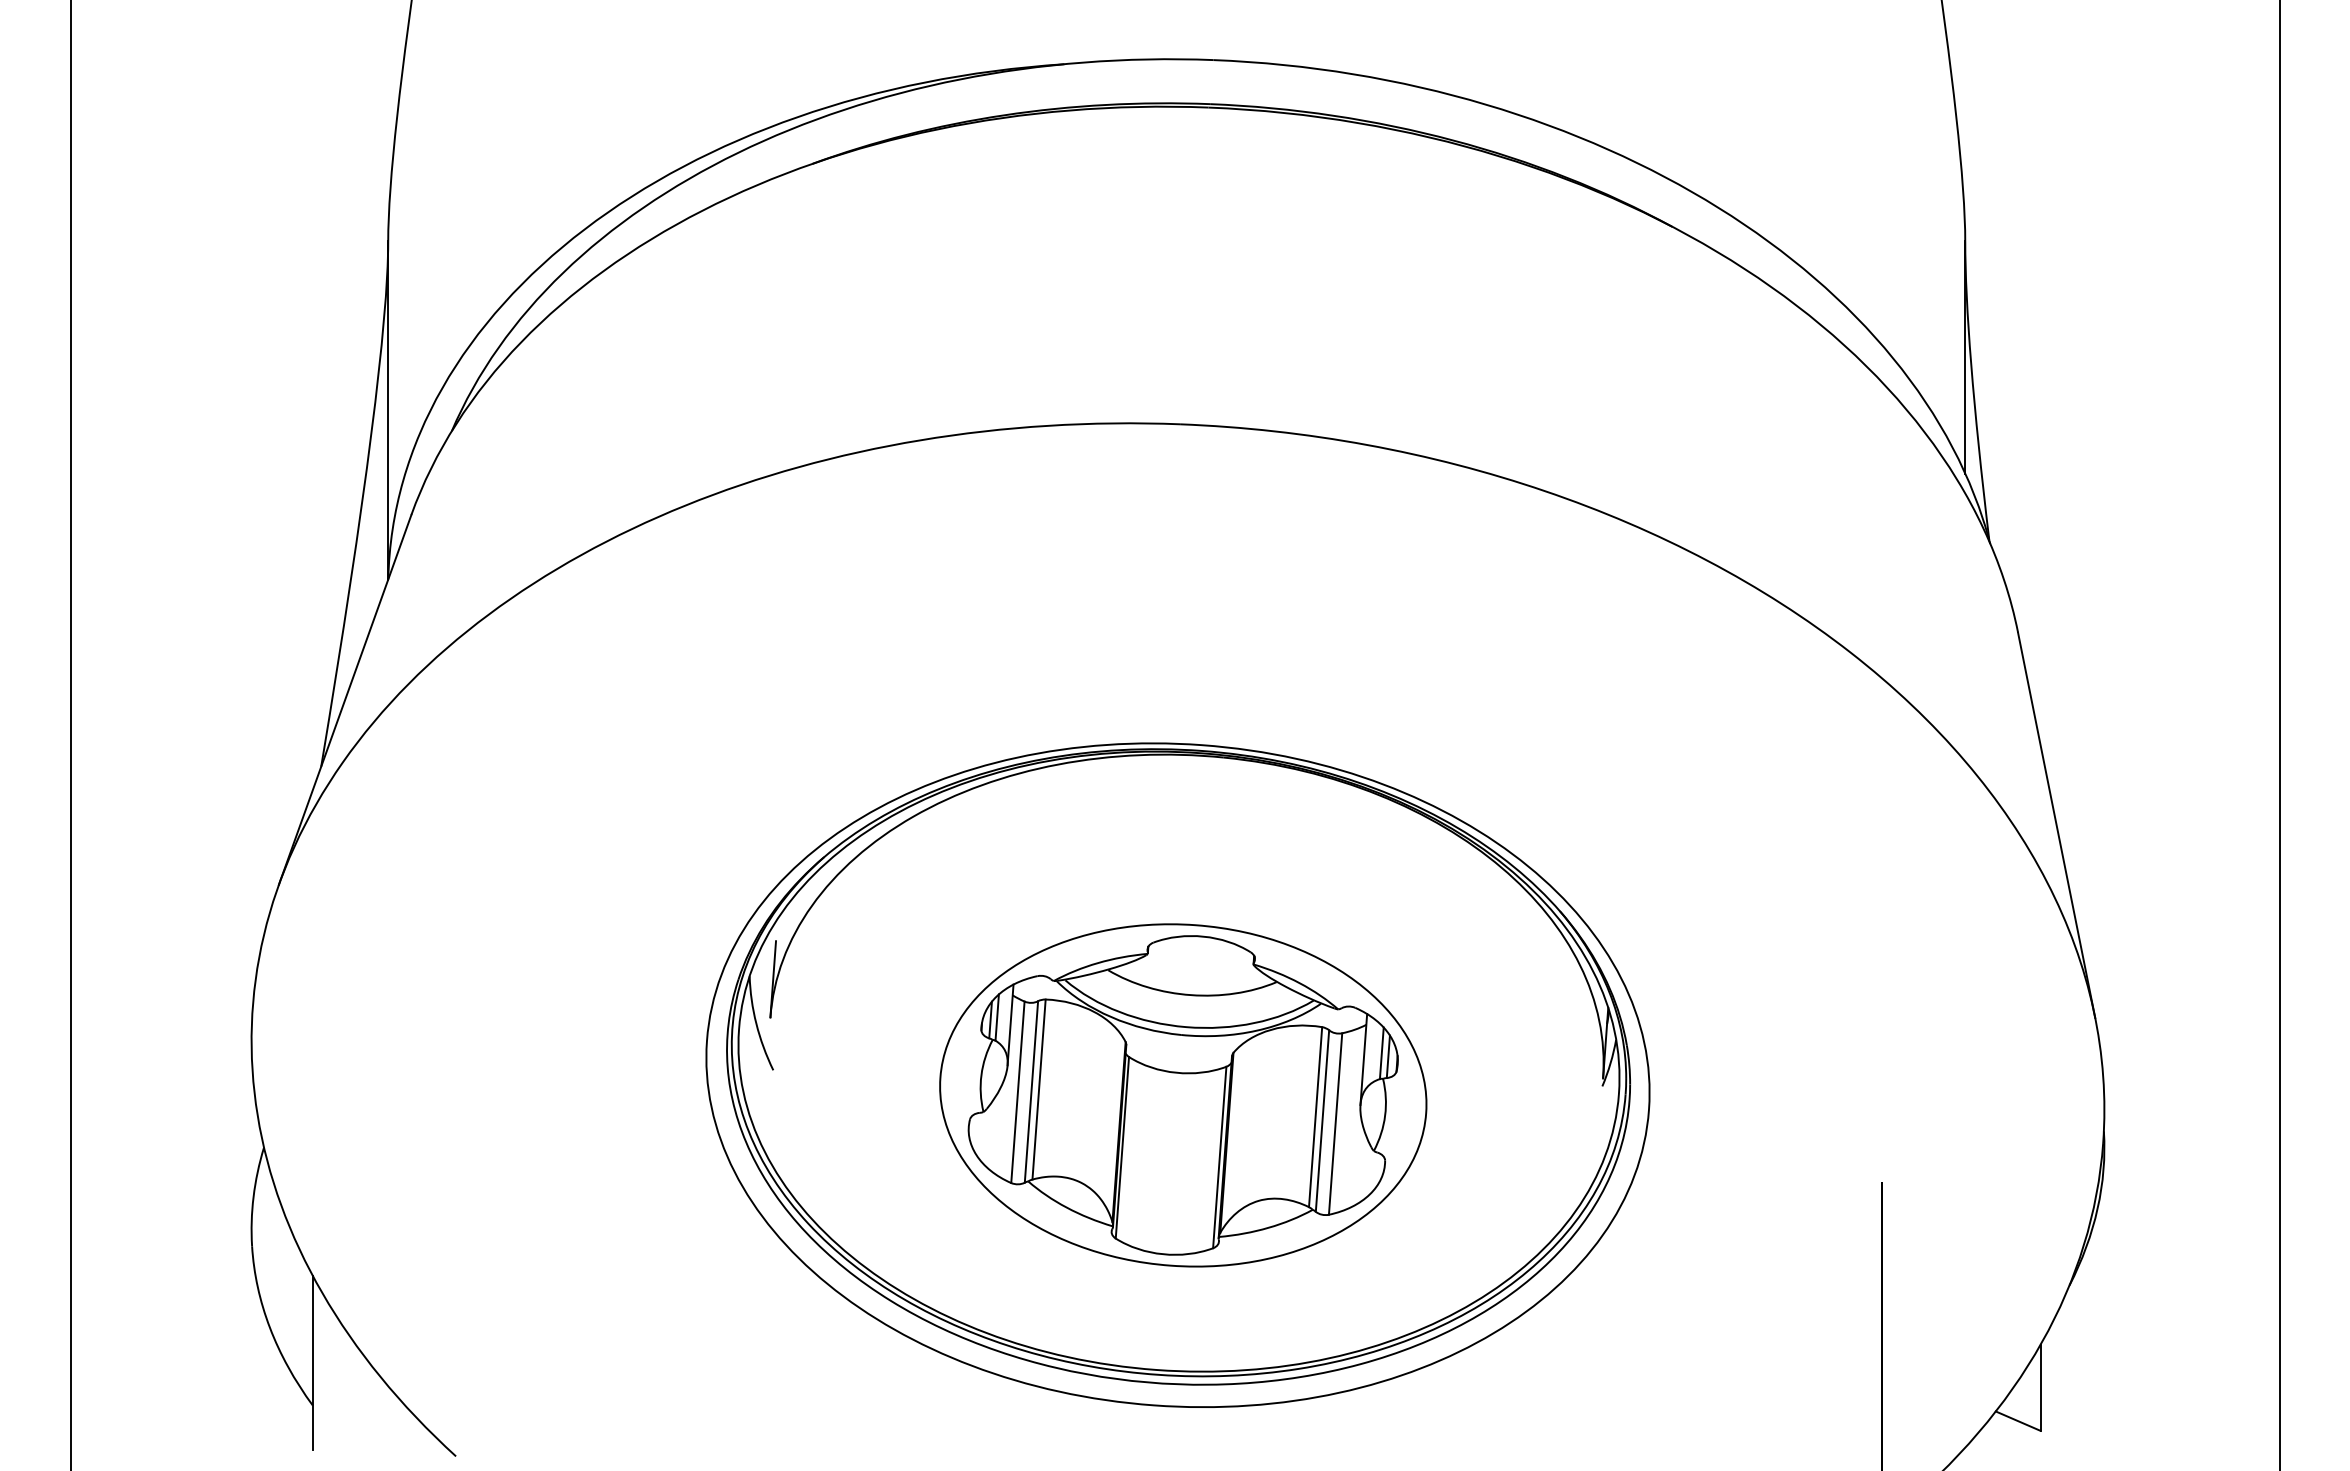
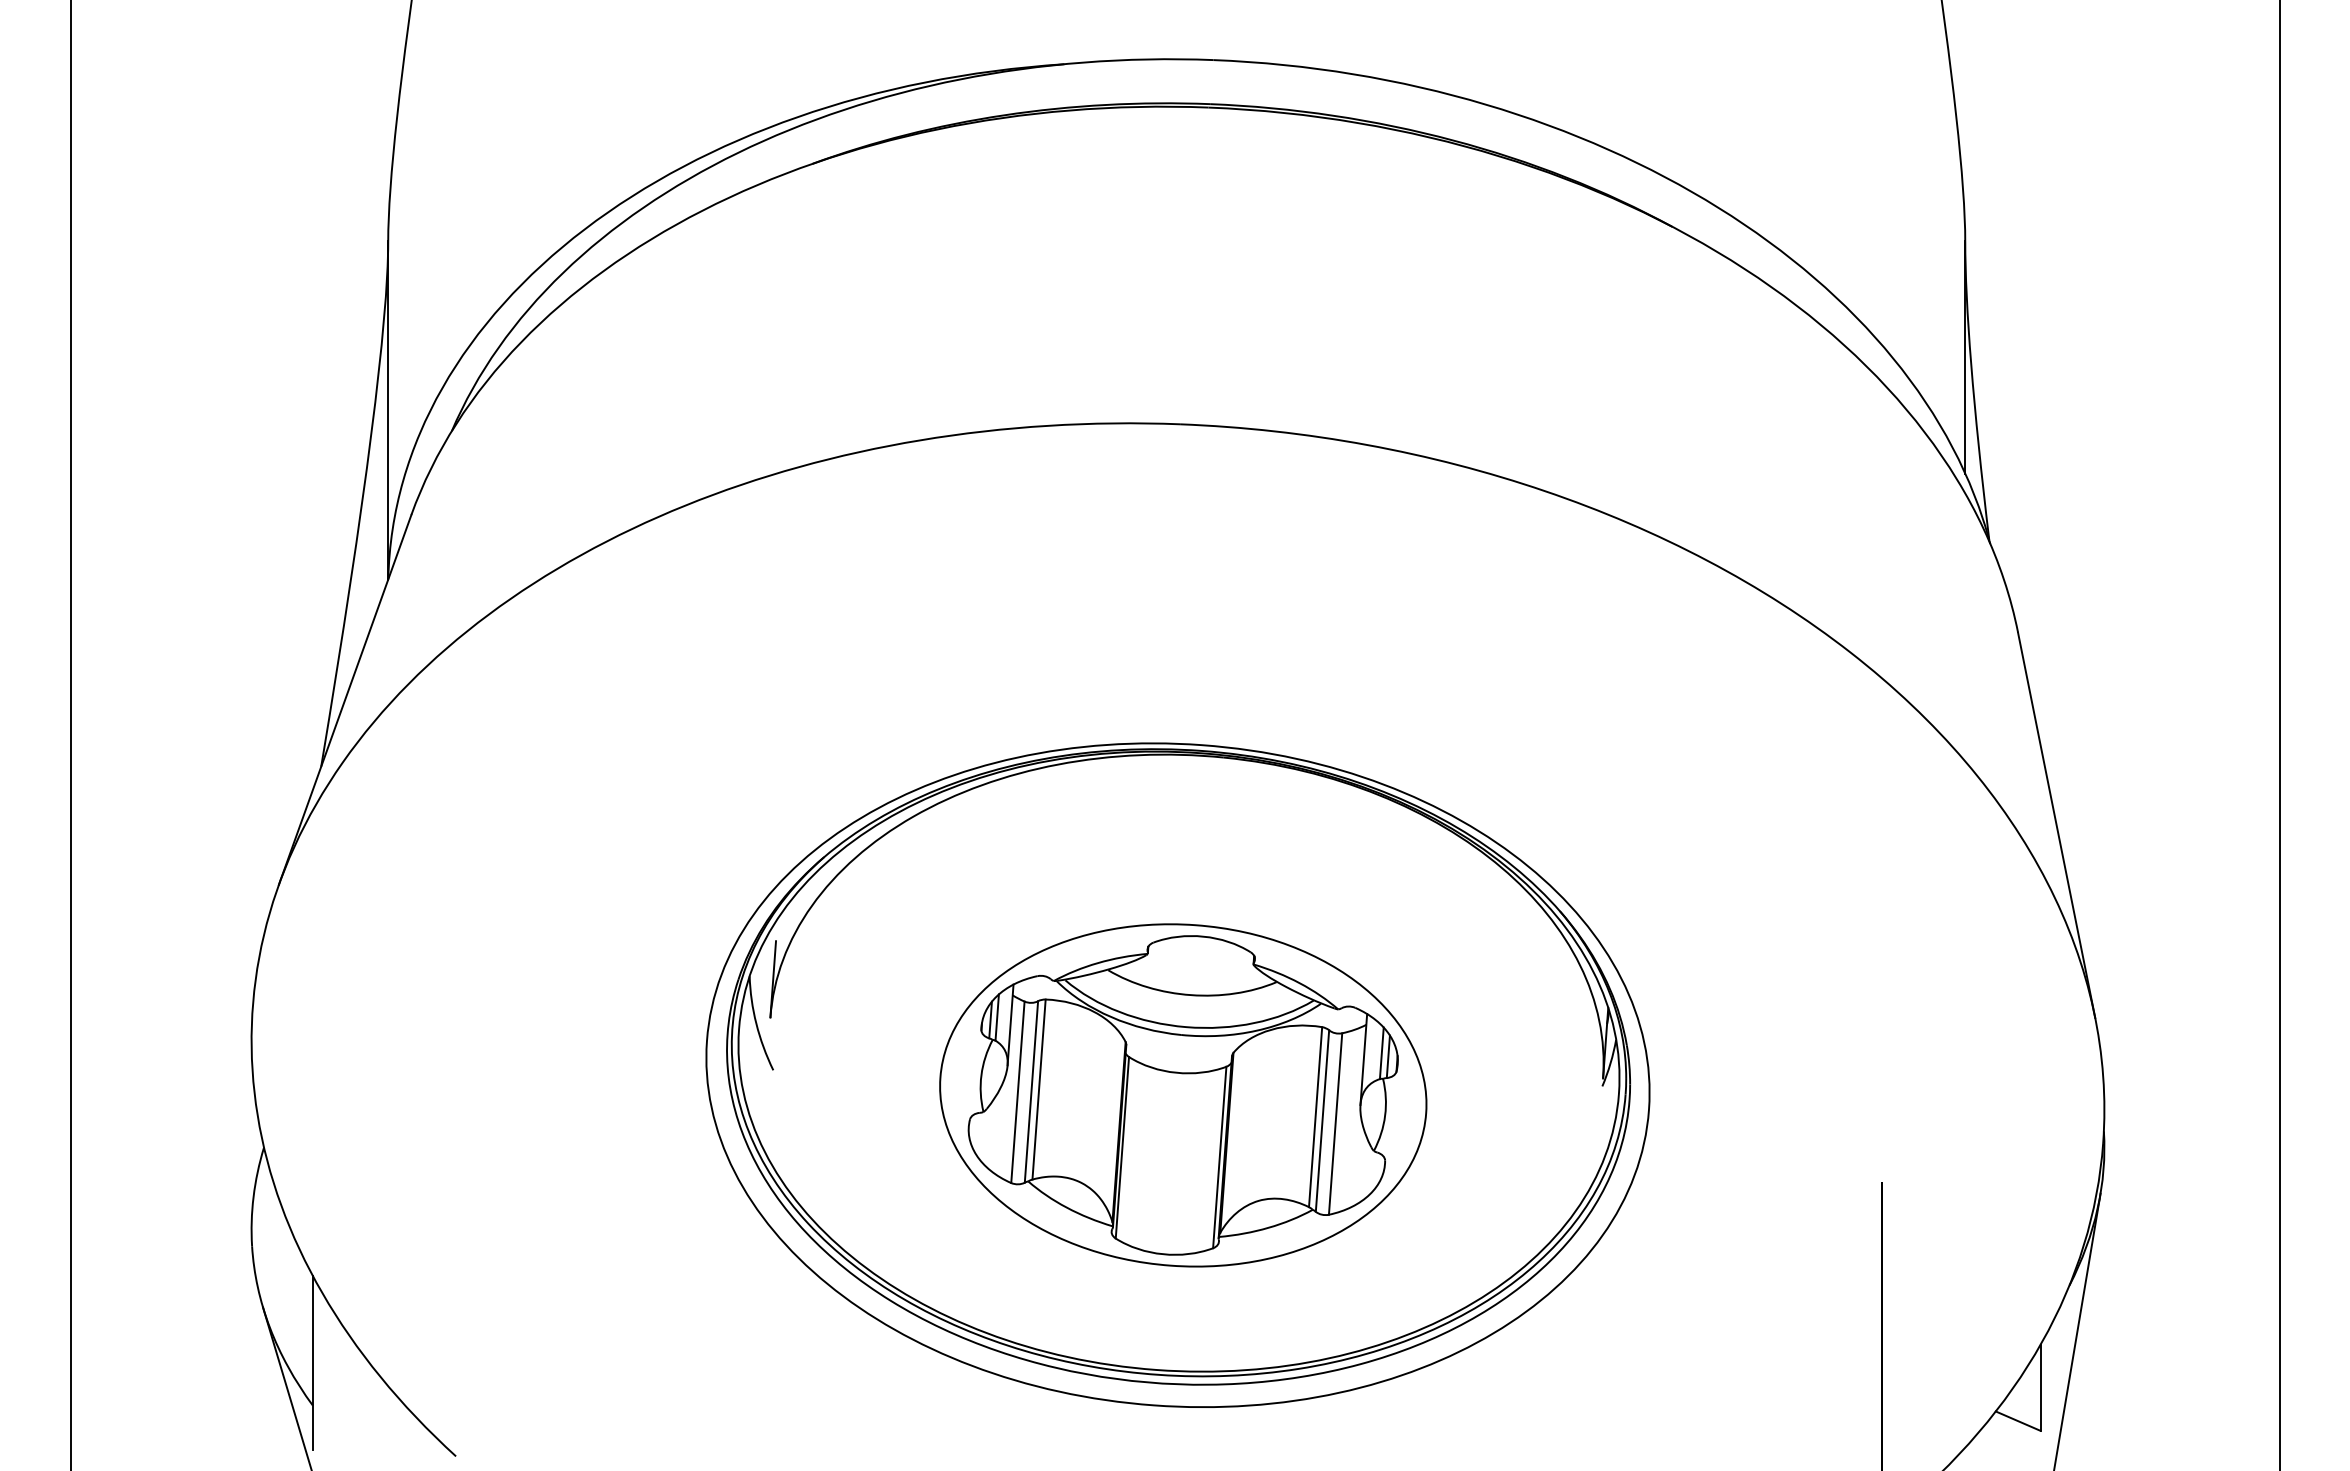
line at (2077, 1330): none -> present
line at (286, 1387): none -> present
